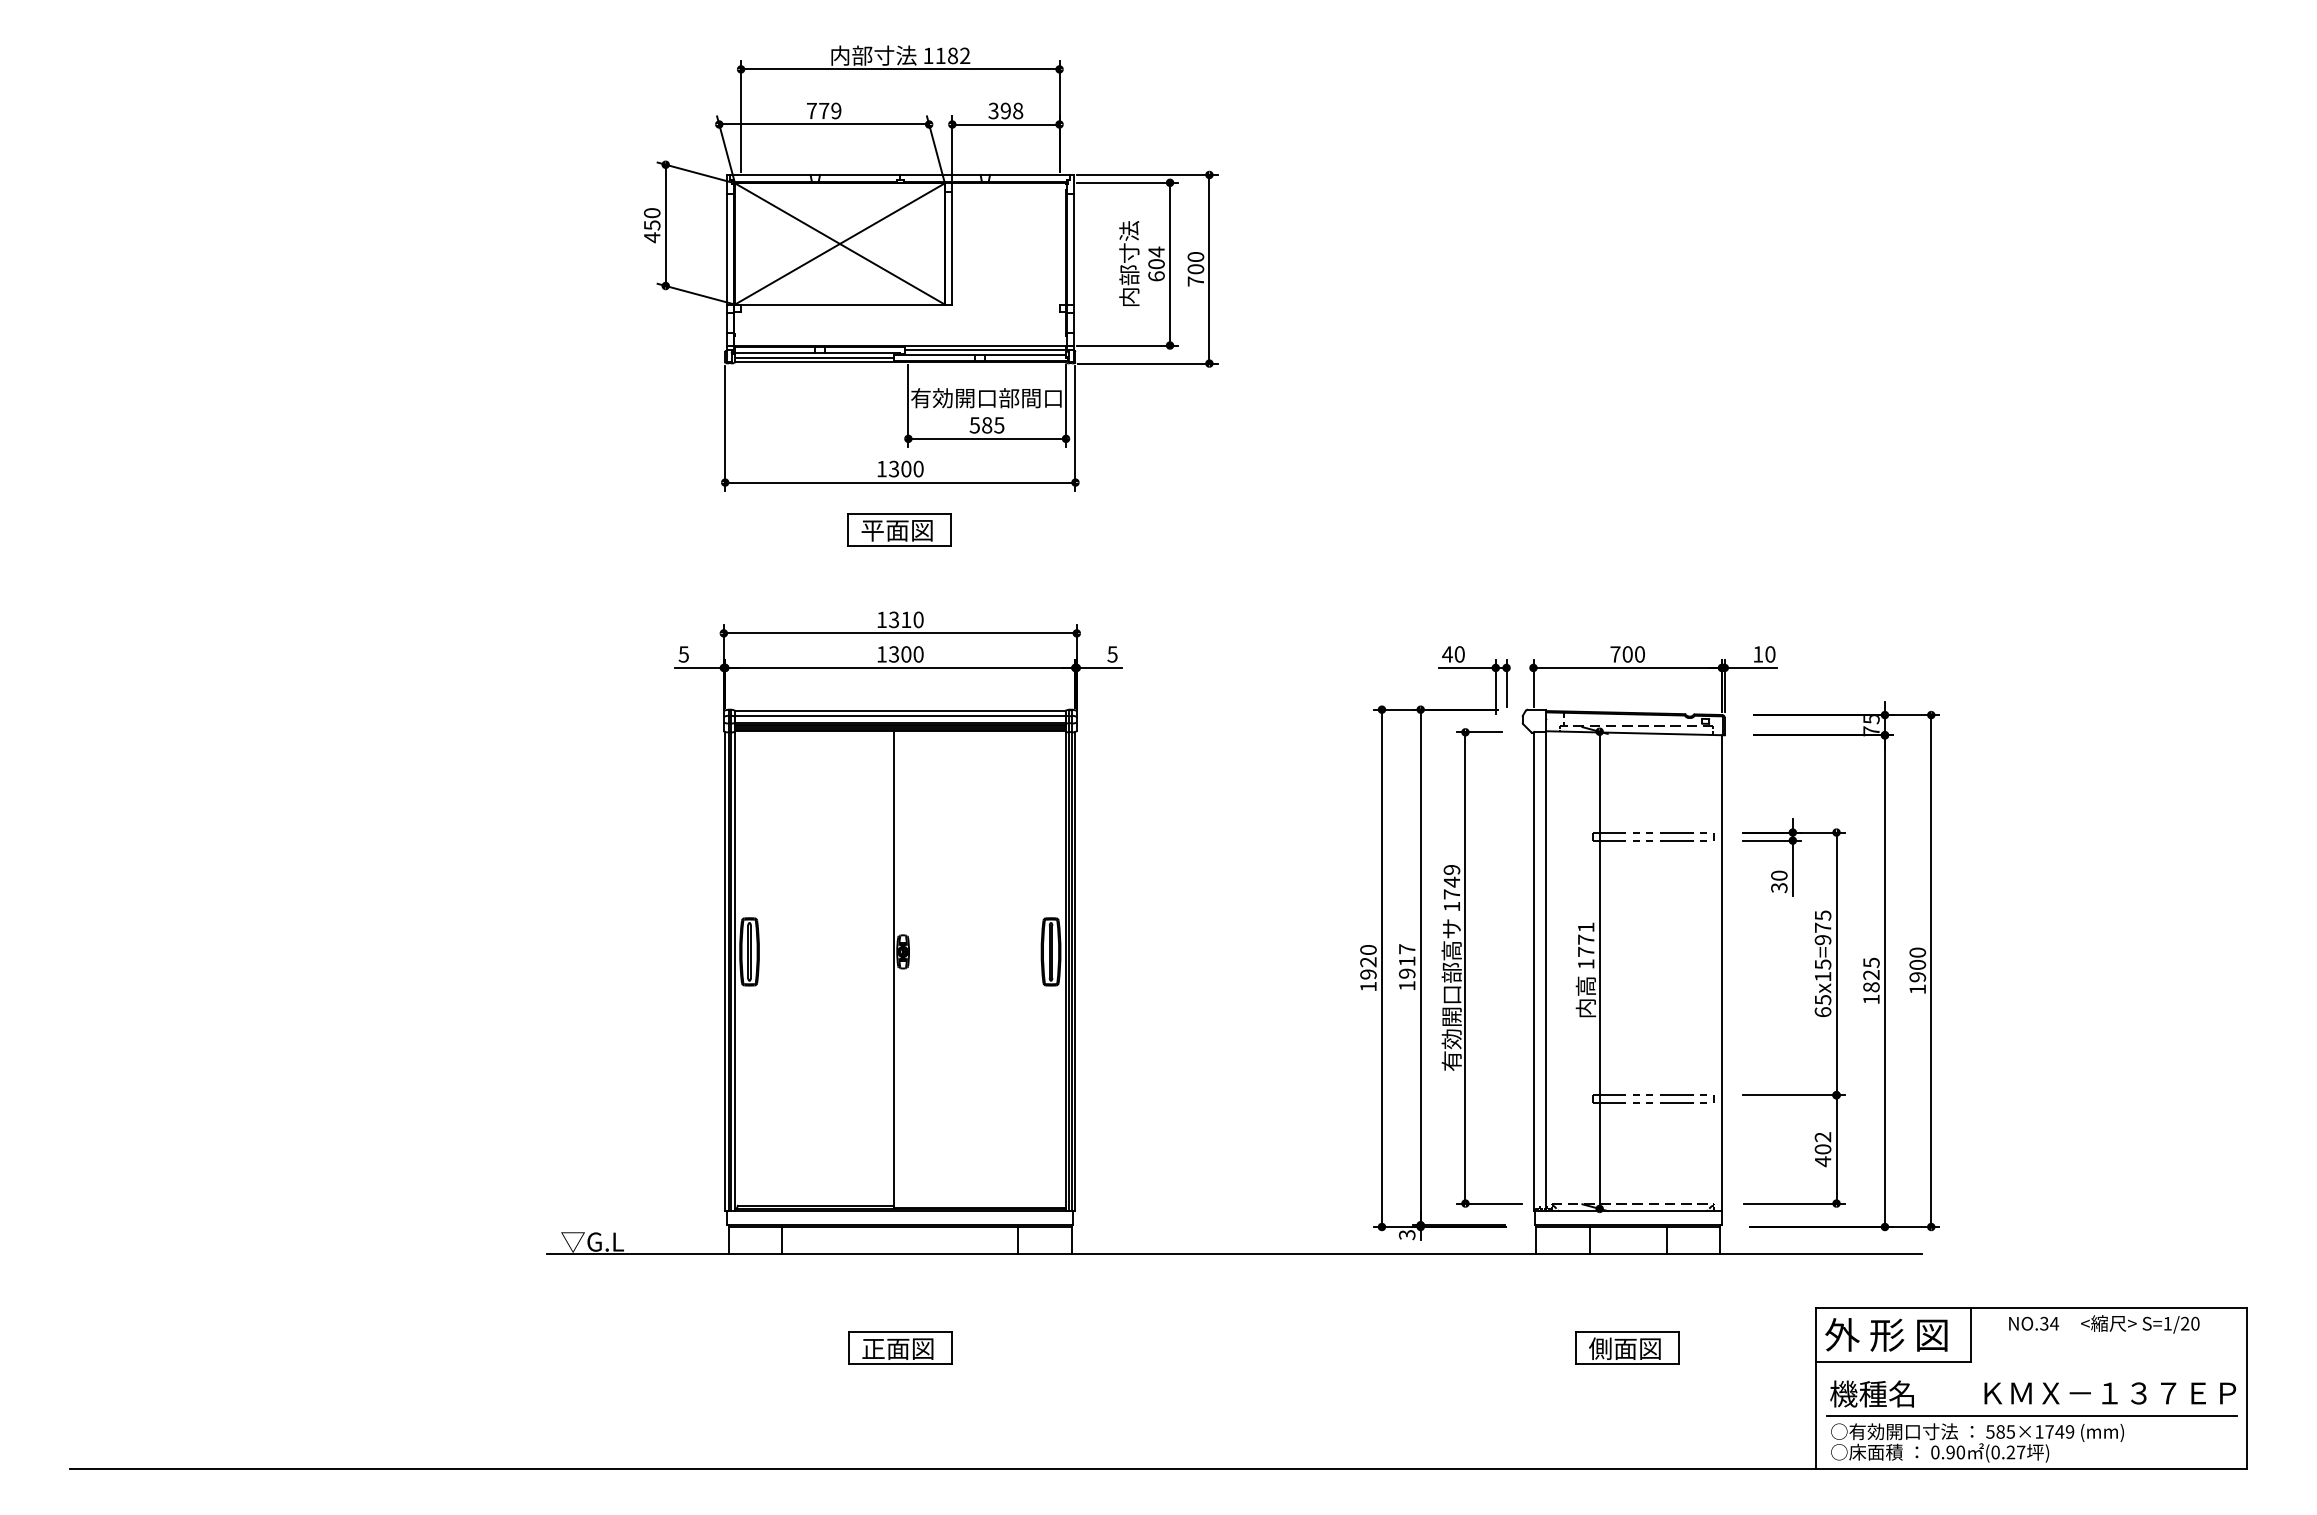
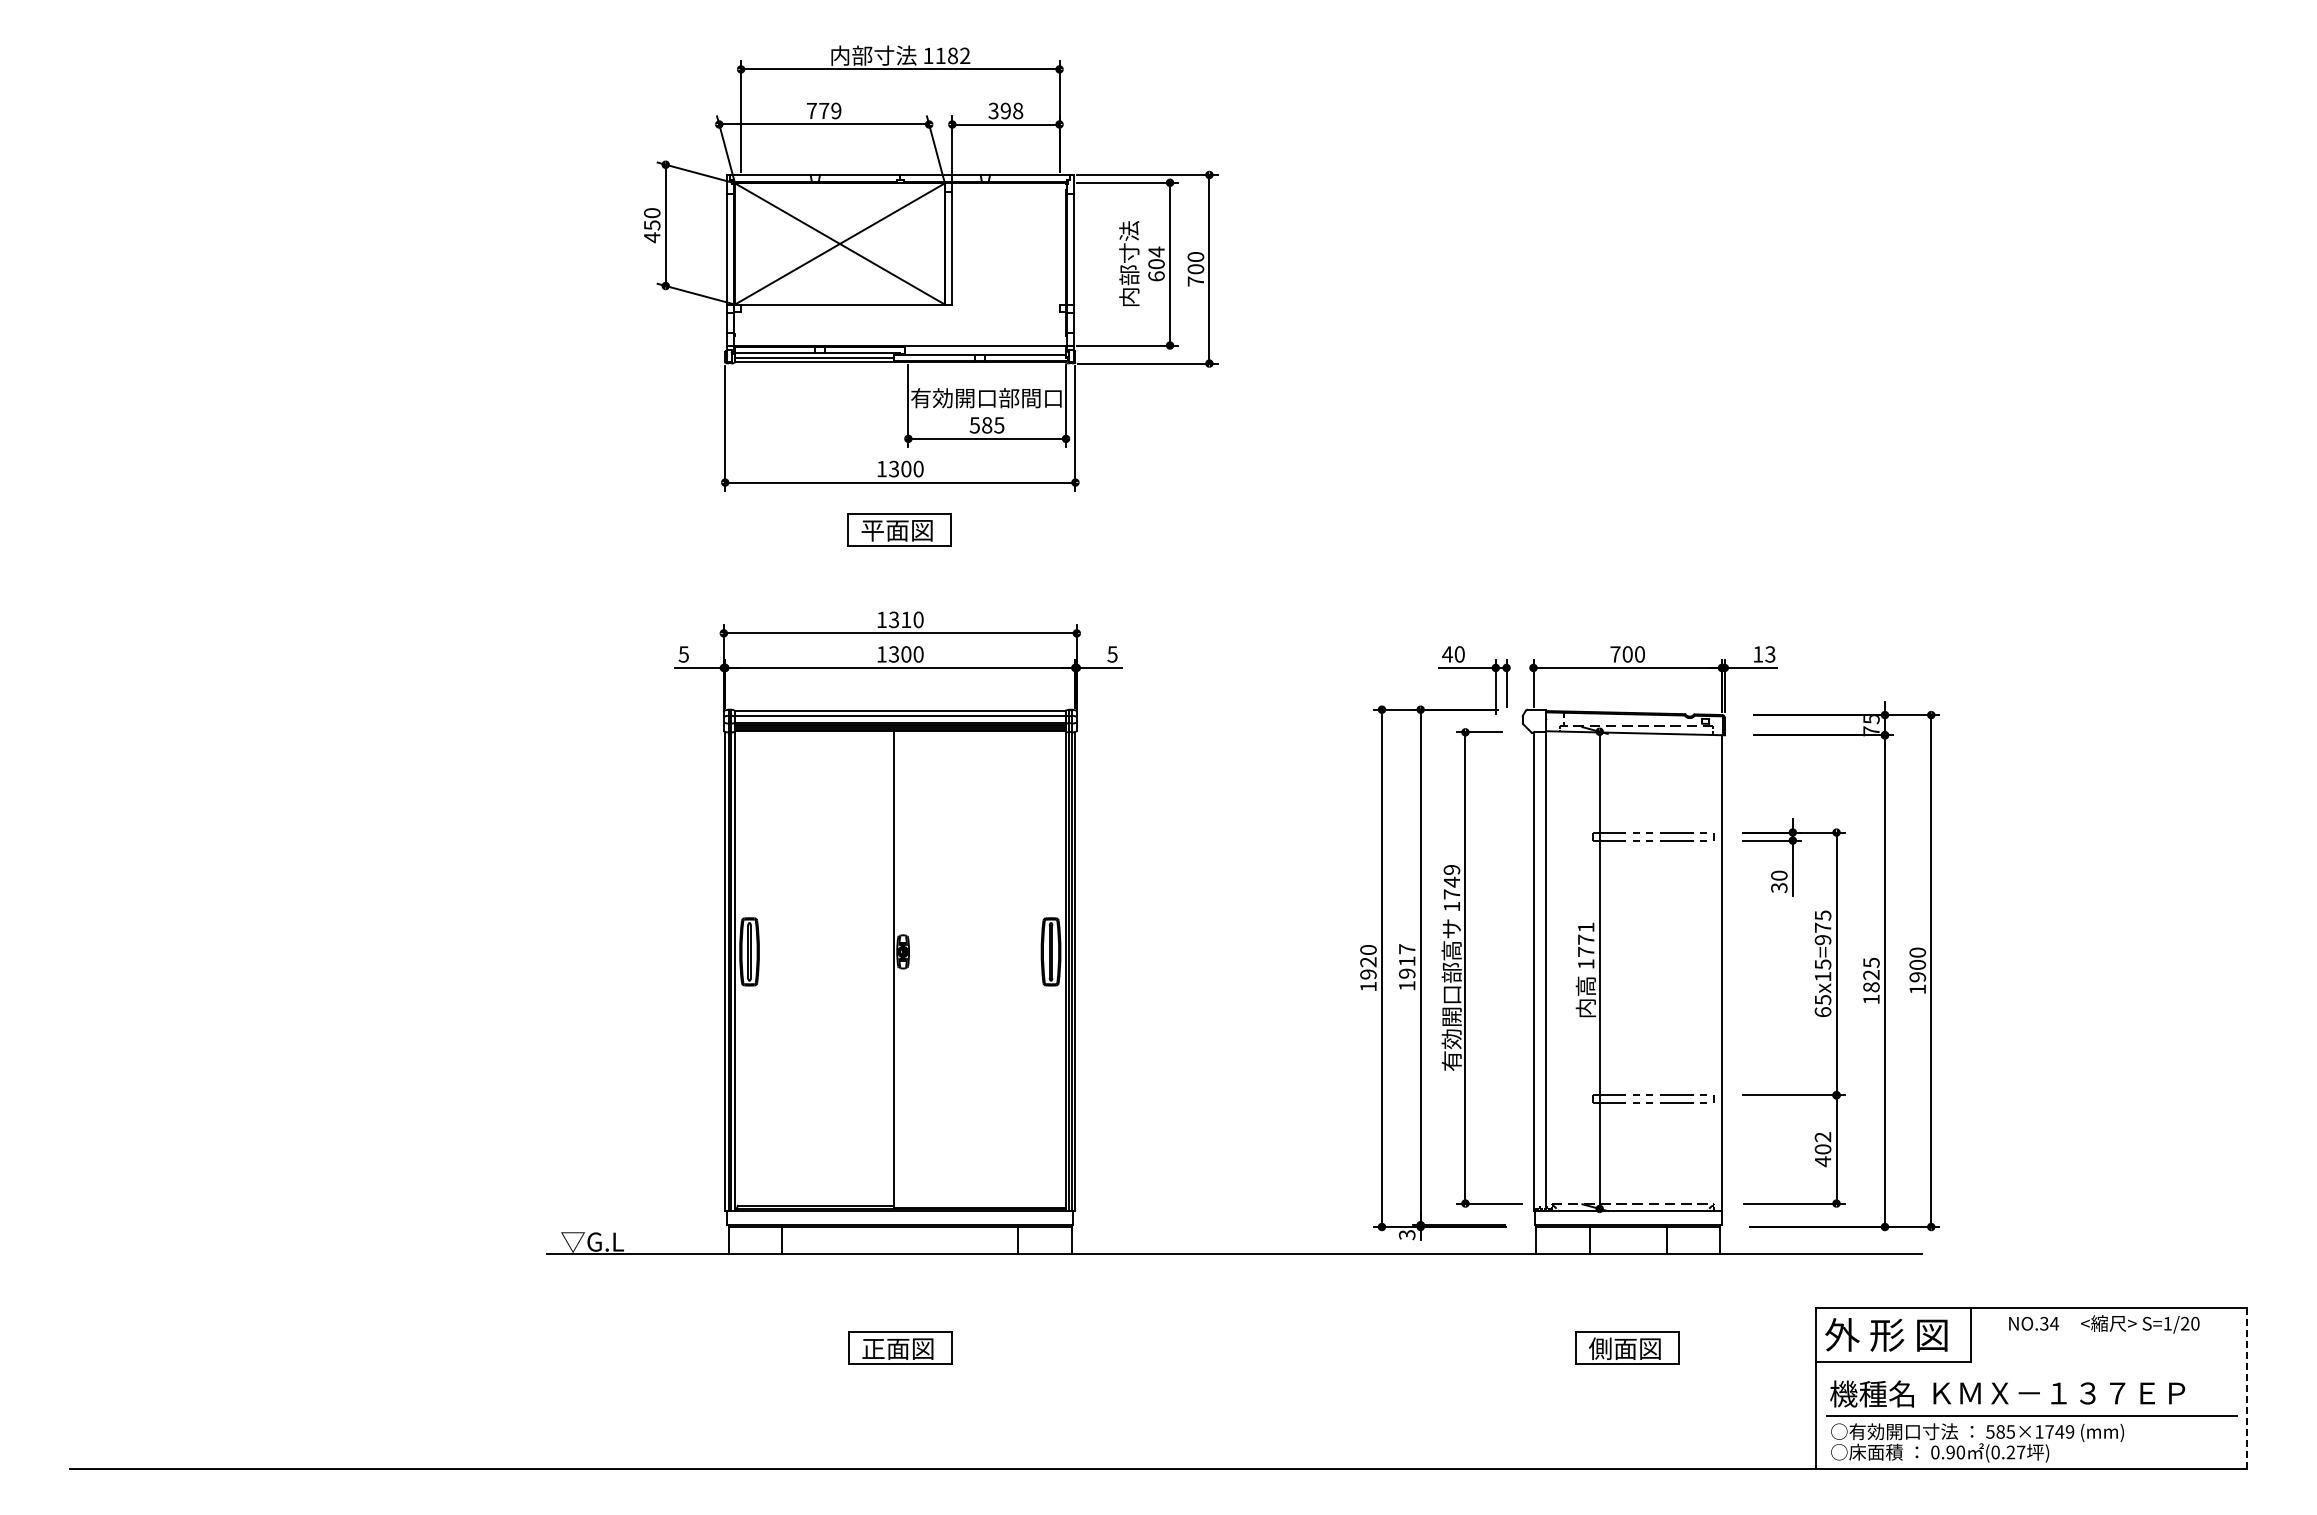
line at (984, 349): present -> none
text at (1770, 654): 10 -> 13
line at (2247, 1388): solid -> dashed
text at (2110, 1393) position: (2110, 1393) -> (2059, 1393)
